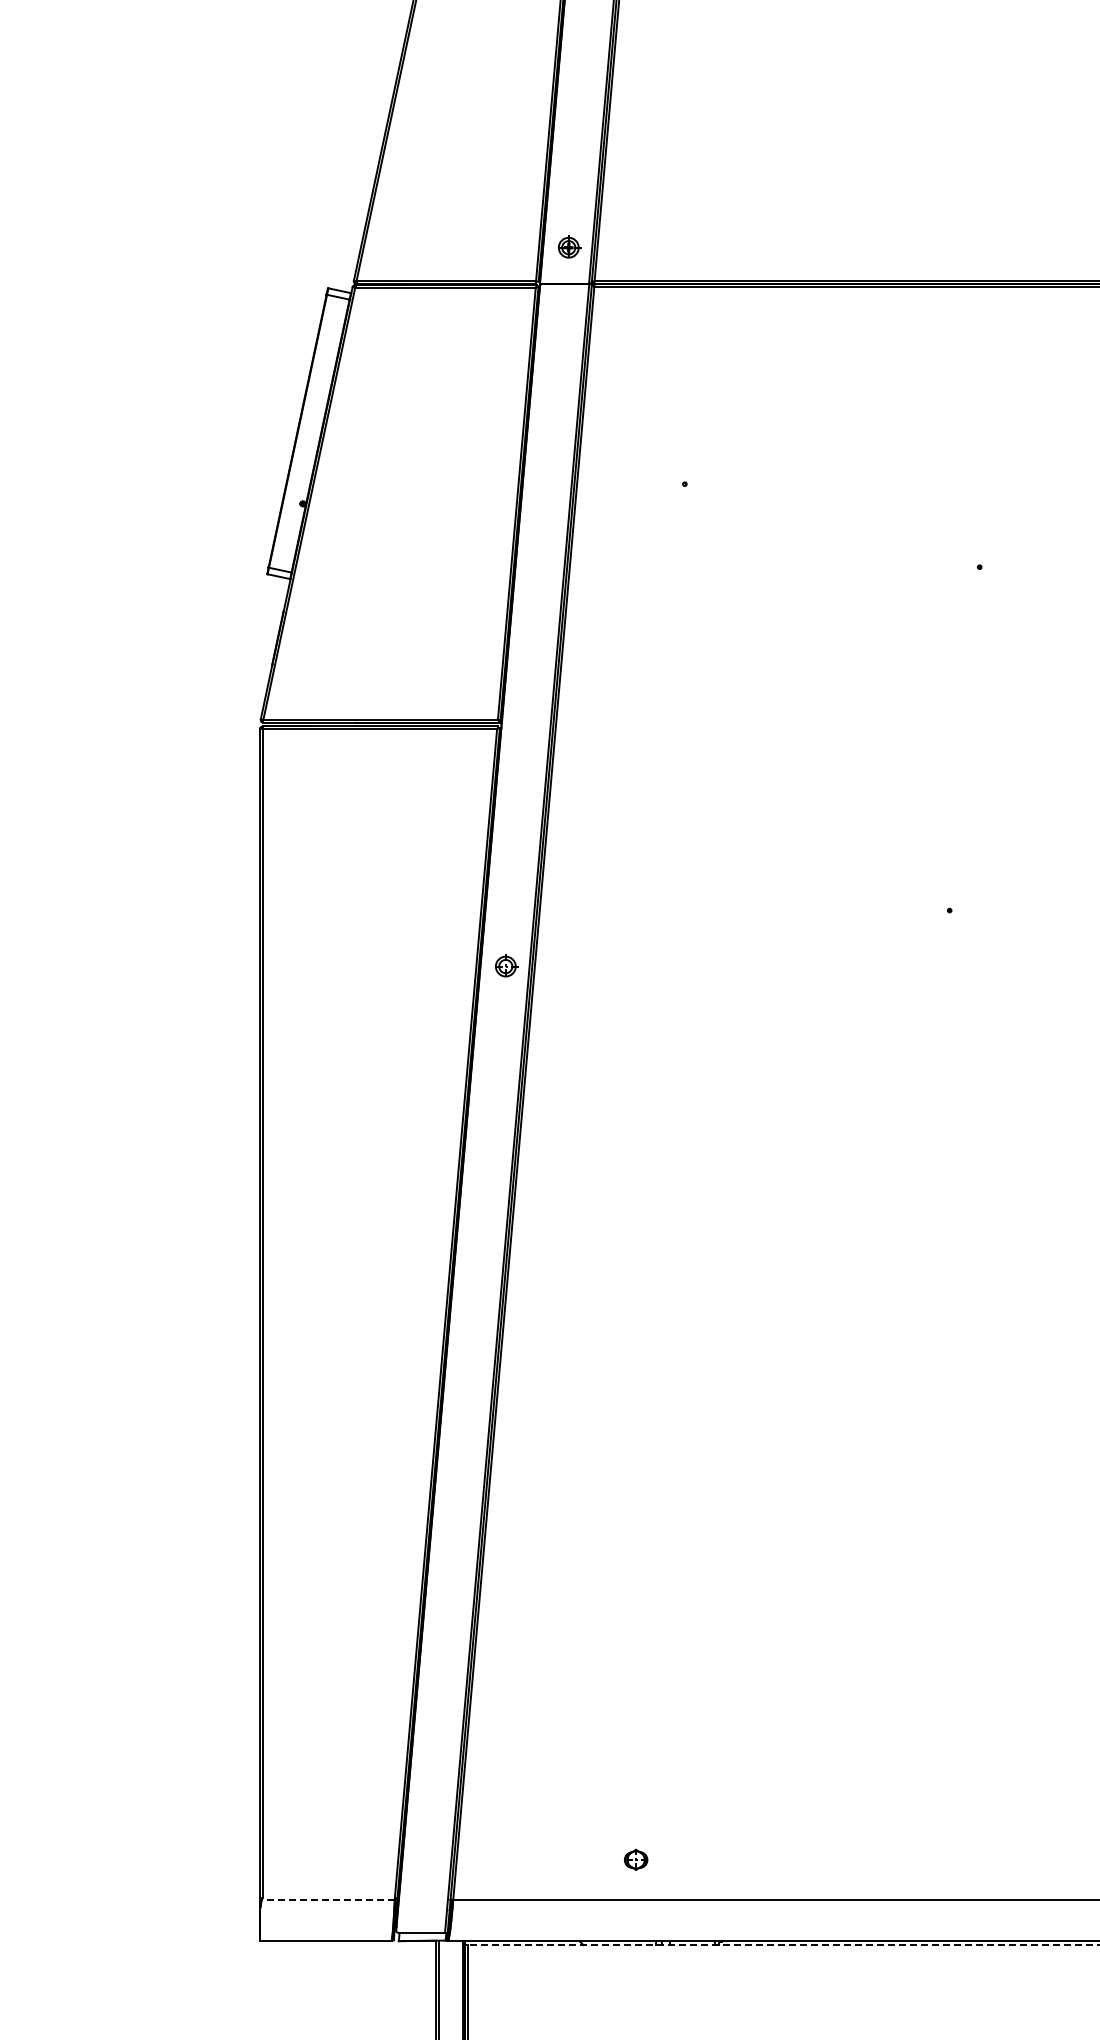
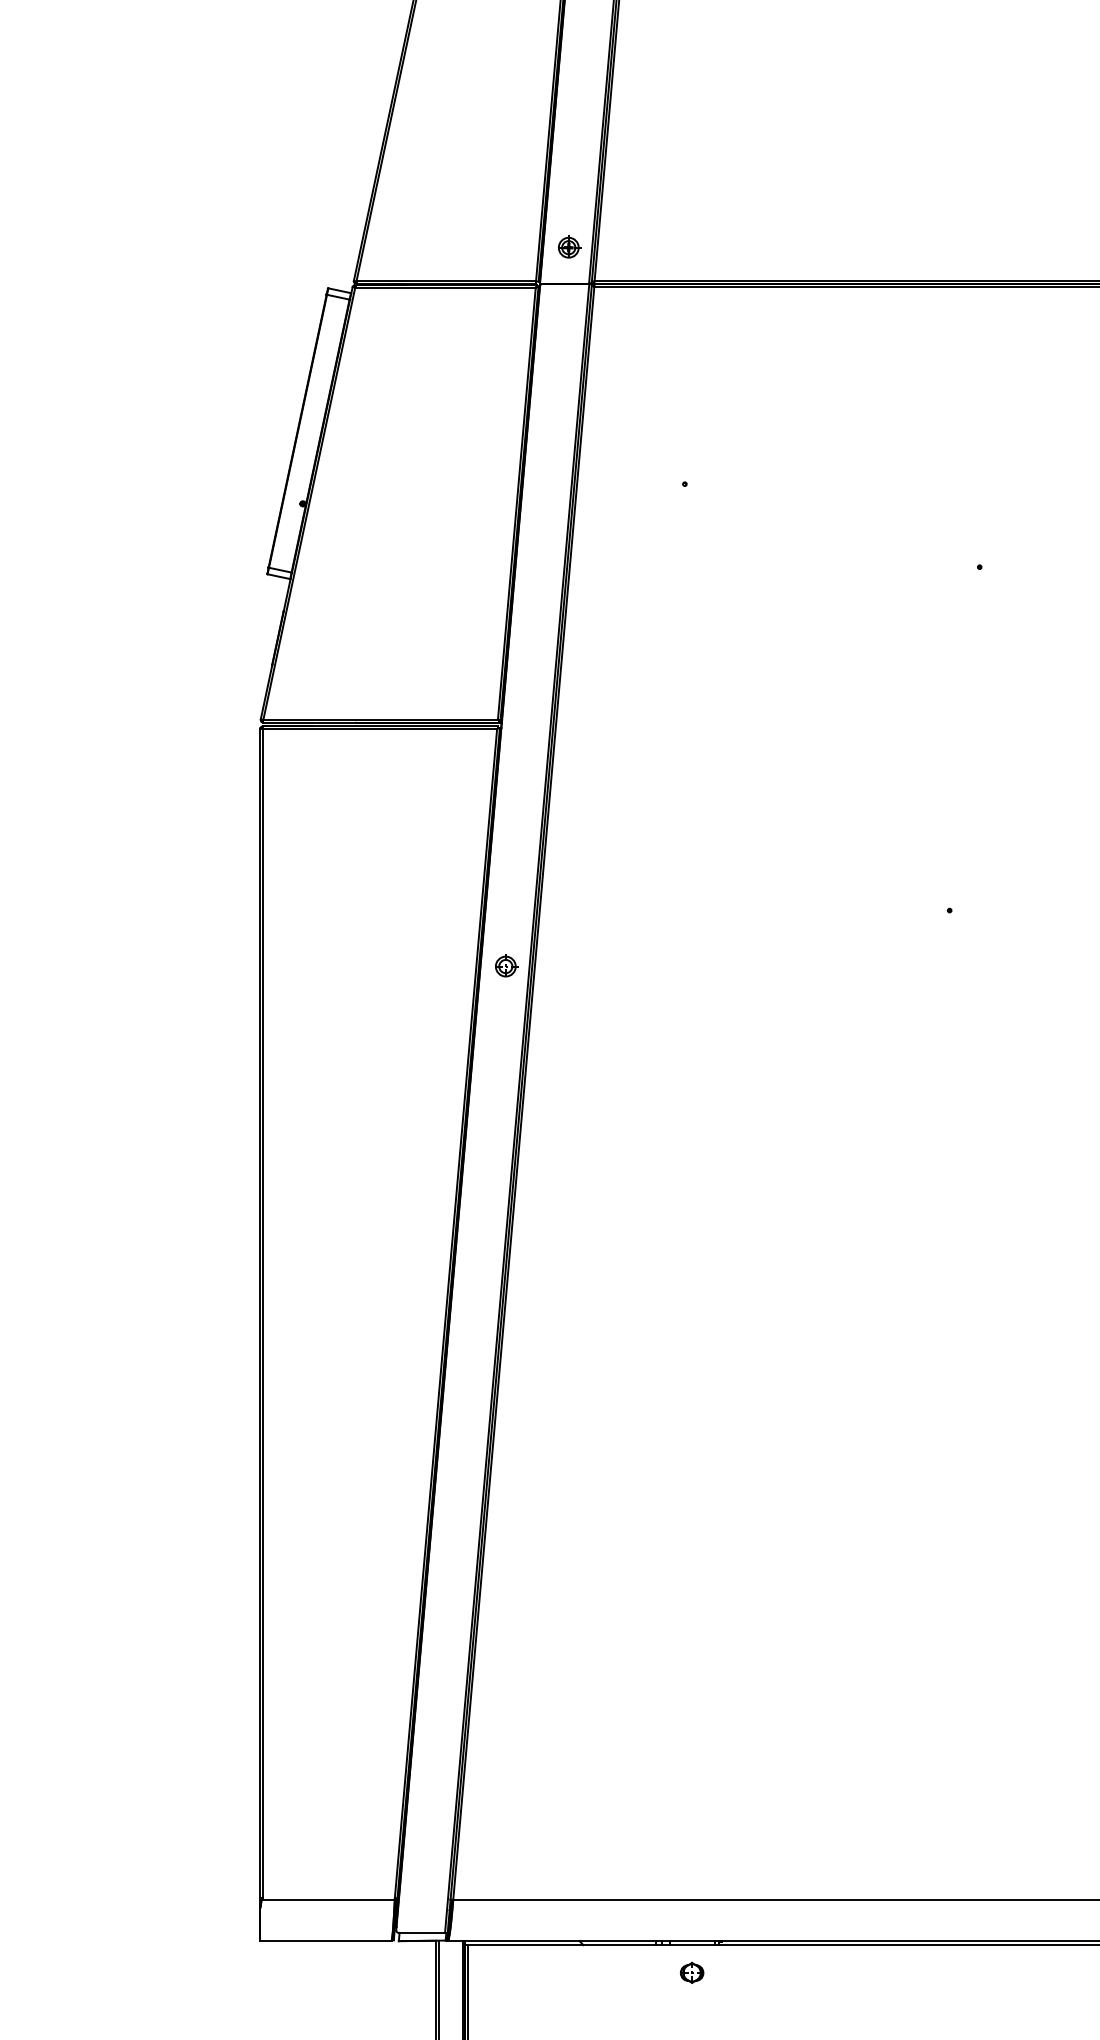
part at (636, 1859) position: (636, 1859) -> (692, 1972)
line at (328, 1899): dashed -> solid
line at (783, 1945): dashed -> solid
